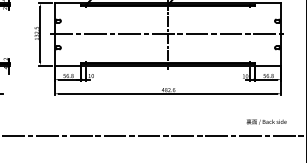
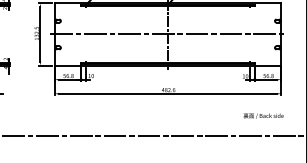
text at (266, 121) position: (266, 121) -> (263, 115)
